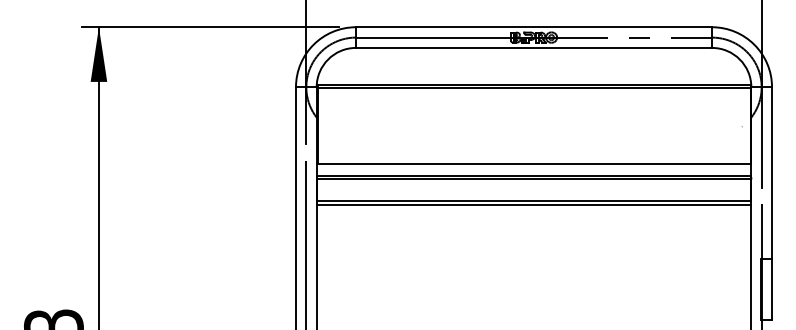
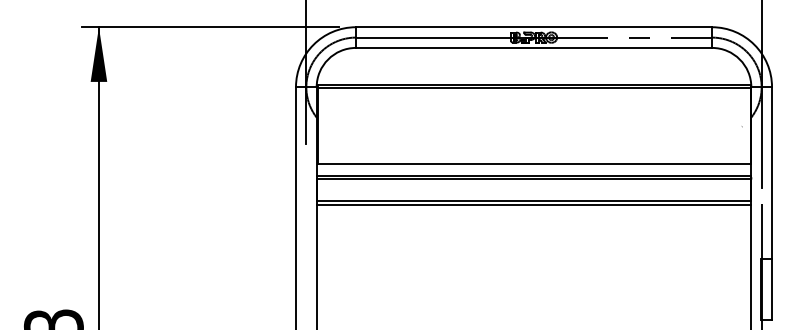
line at (306, 243): present -> none
